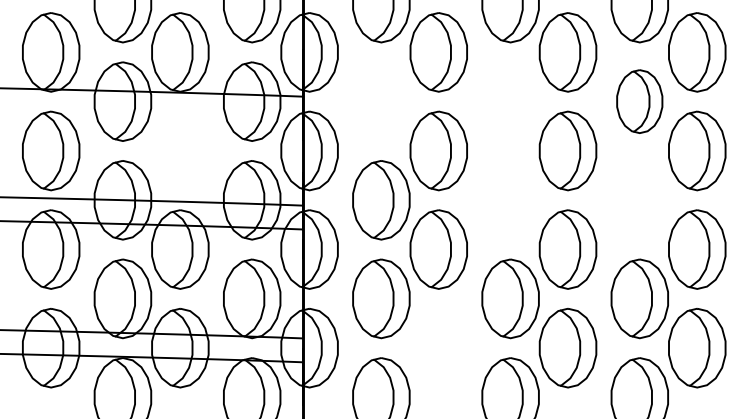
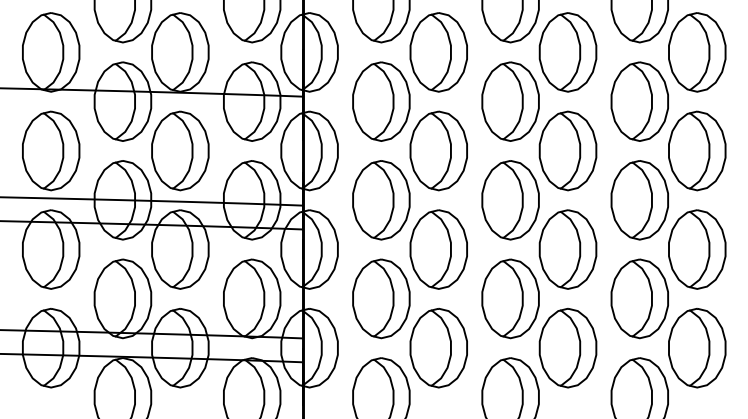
part at (381, 101): none -> present
part at (510, 101): none -> present
part at (639, 101) size: 48x65 px -> 59x81 px
part at (180, 150): none -> present
part at (510, 200): none -> present
part at (639, 200): none -> present
part at (438, 348): none -> present
